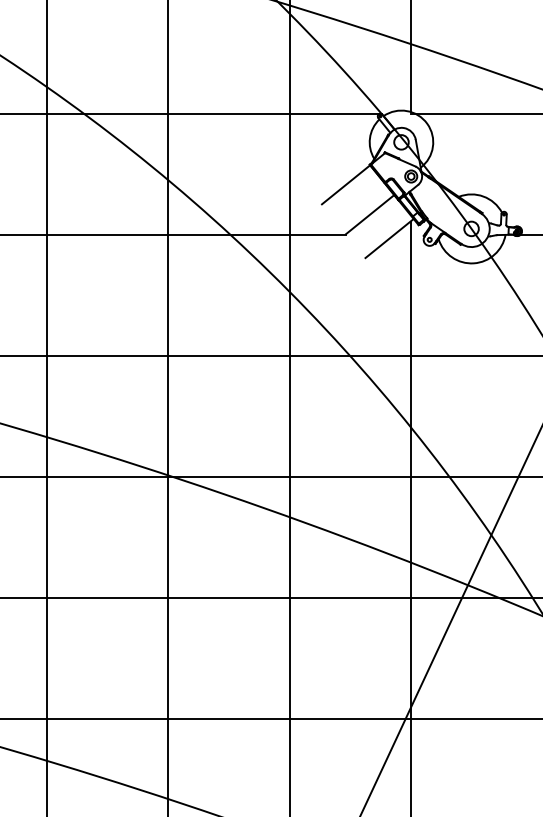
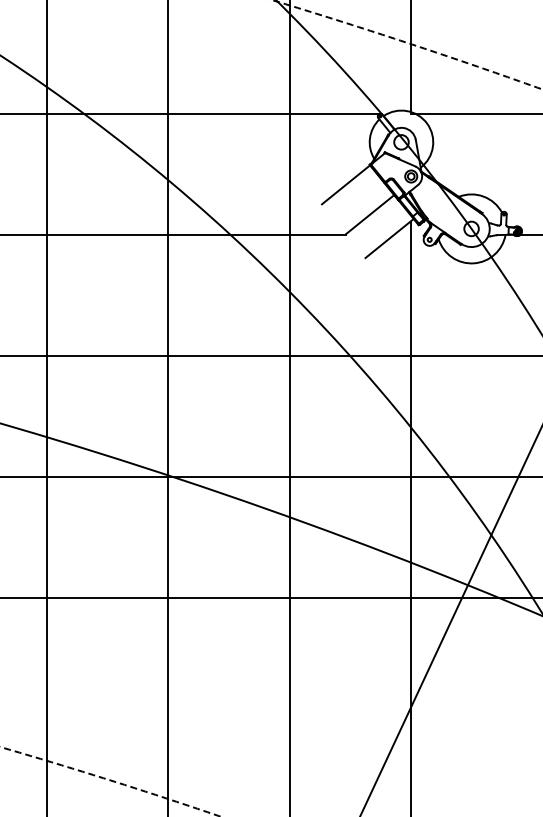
arc at (407, 42): solid -> dashed
line at (270, 719): present -> none
arc at (110, 780): solid -> dashed
